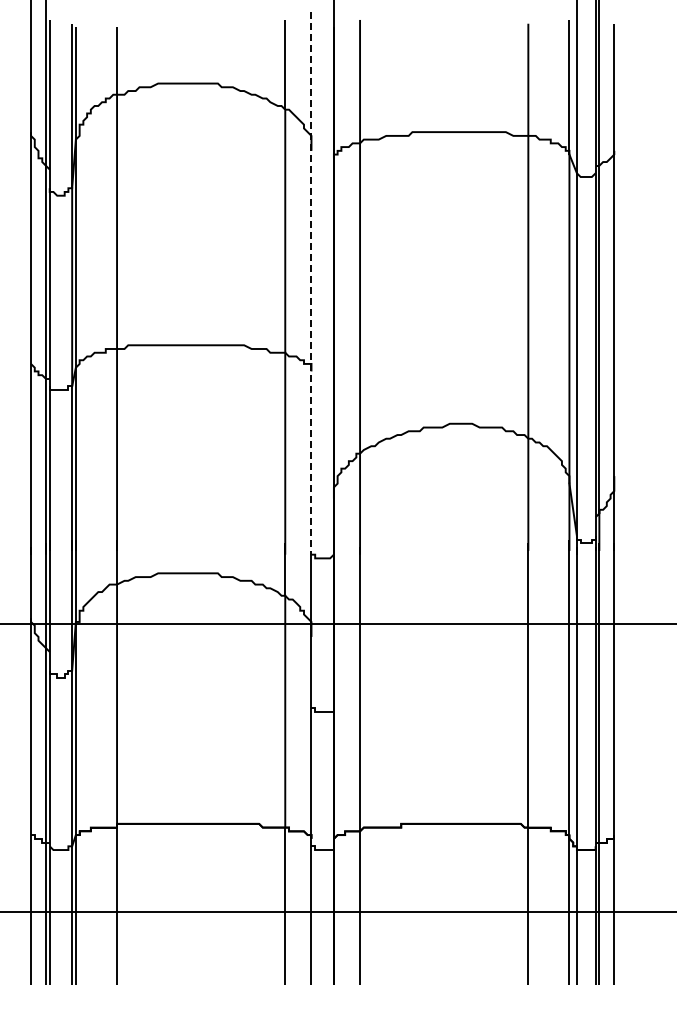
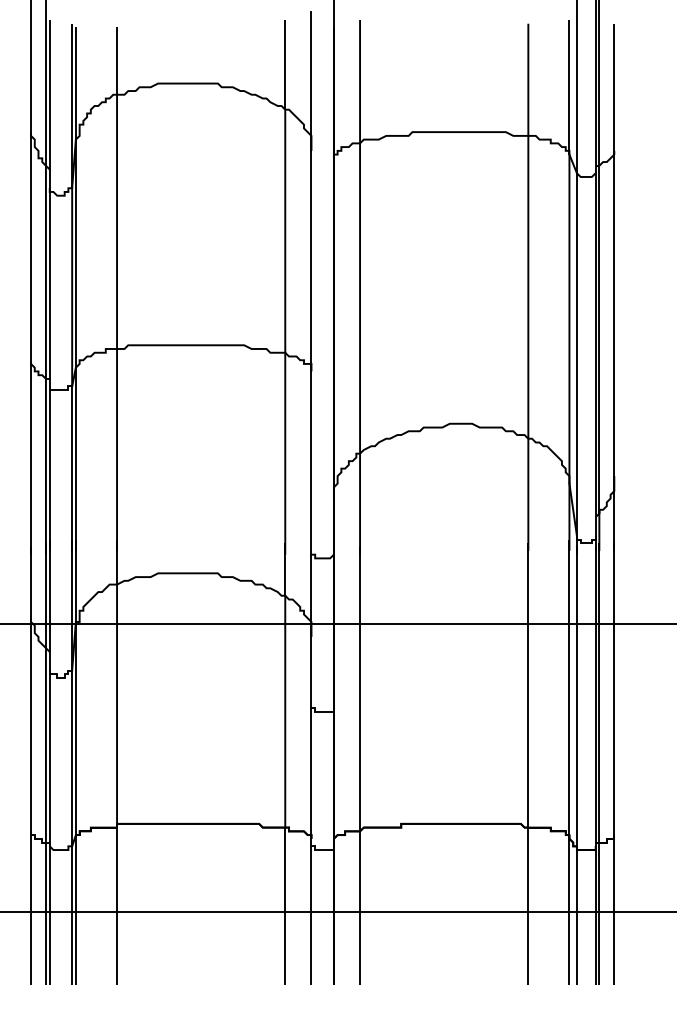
line at (311, 284): dashed -> solid
